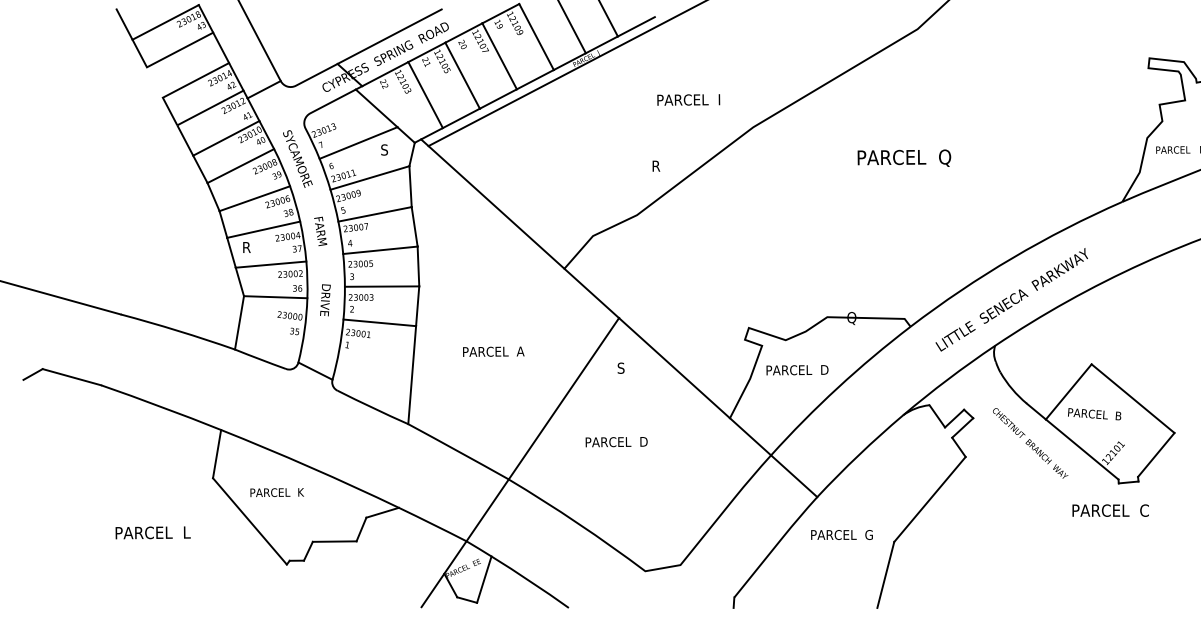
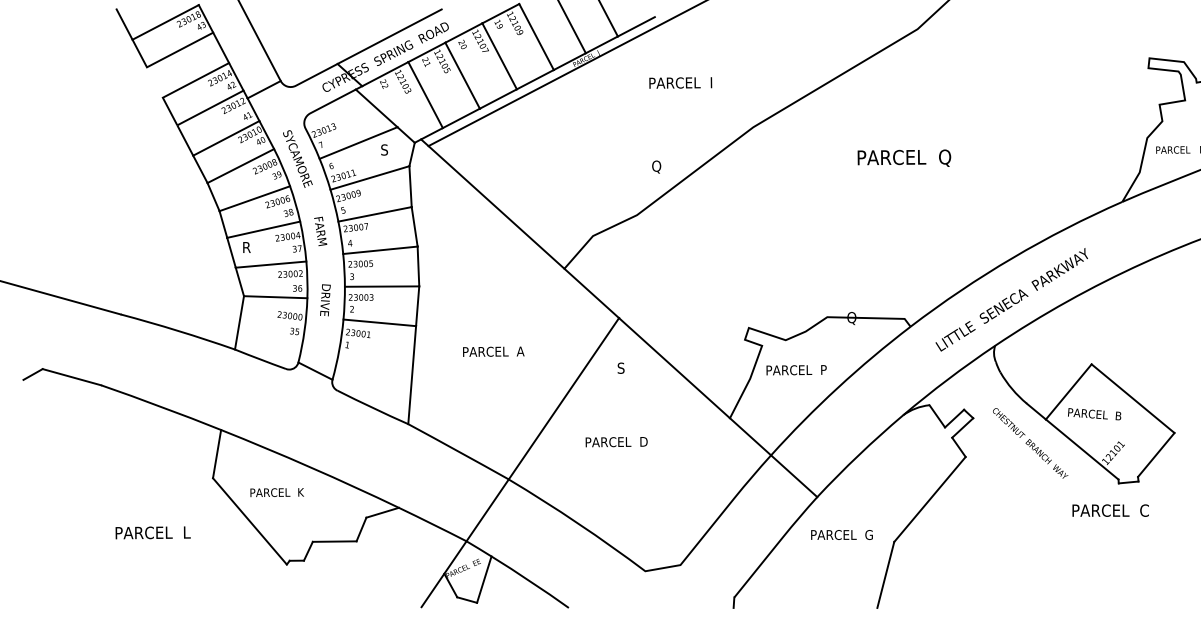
text at (688, 99) position: (688, 99) -> (680, 82)
text at (656, 166): R -> Q
text at (825, 369): PARCEL  D -> PARCEL  P
